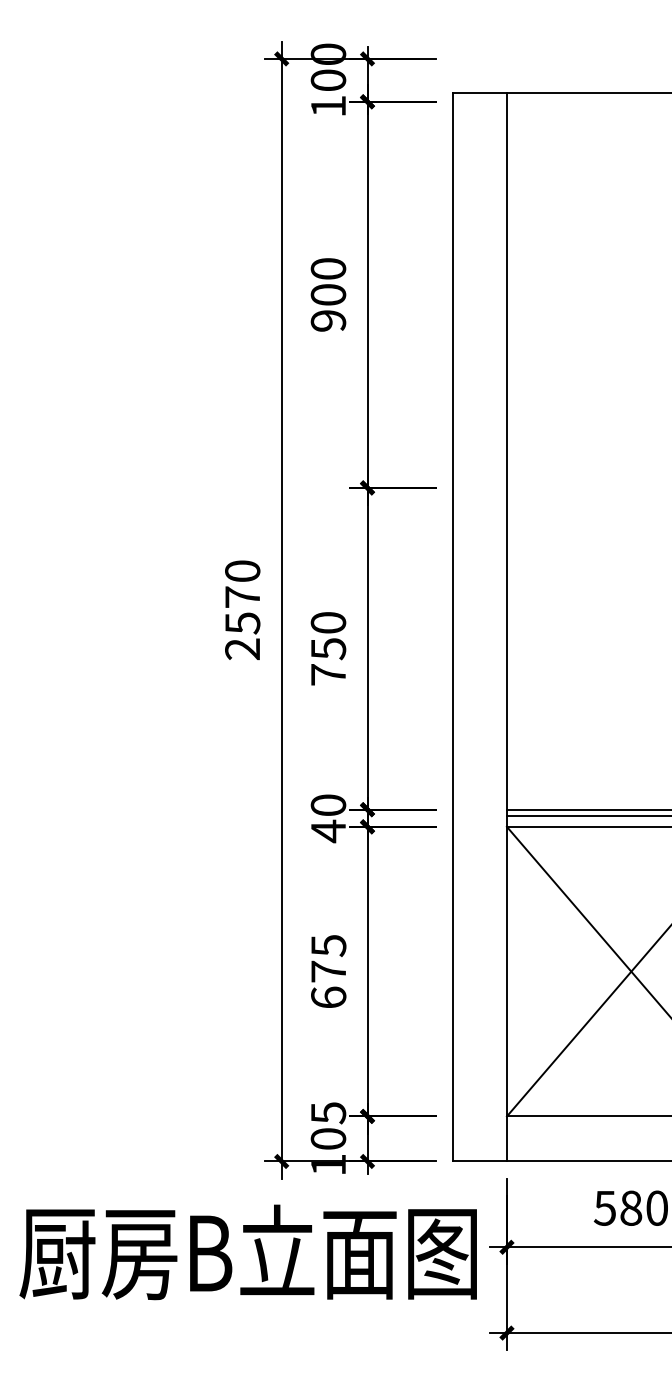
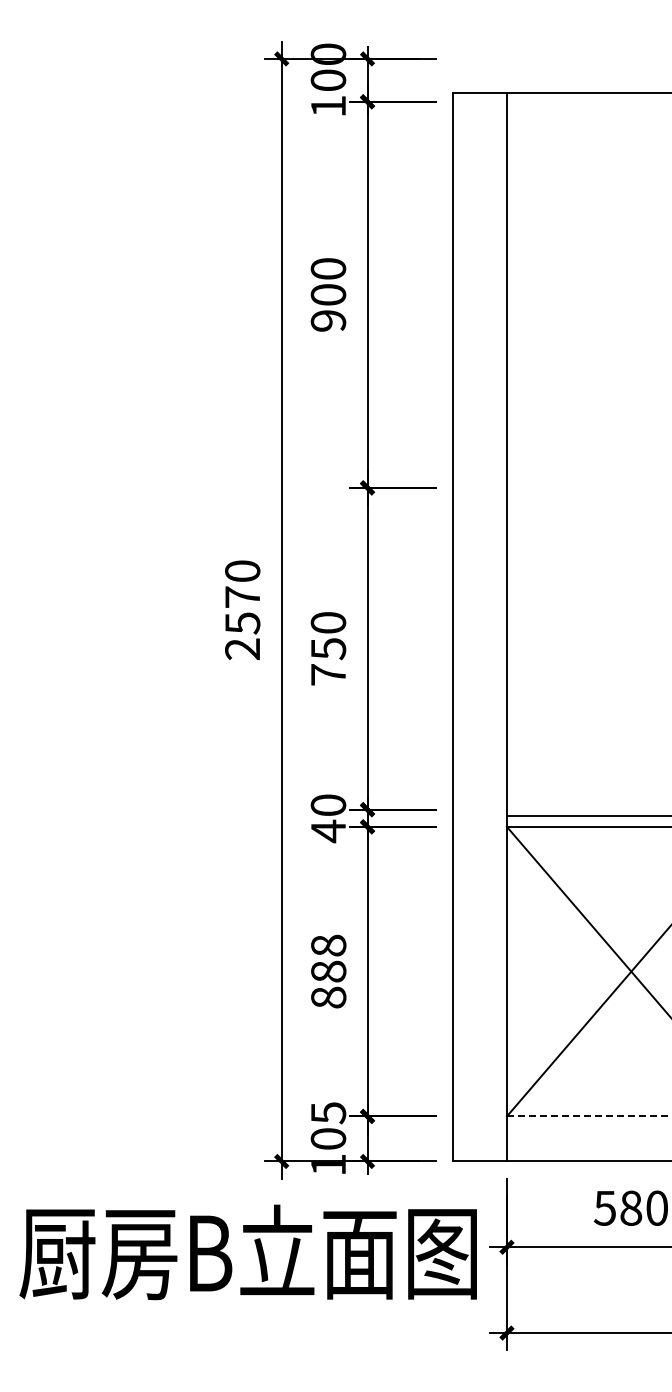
line at (587, 809): present -> none
text at (328, 971): 675 -> 888
line at (589, 1116): solid -> dashed
